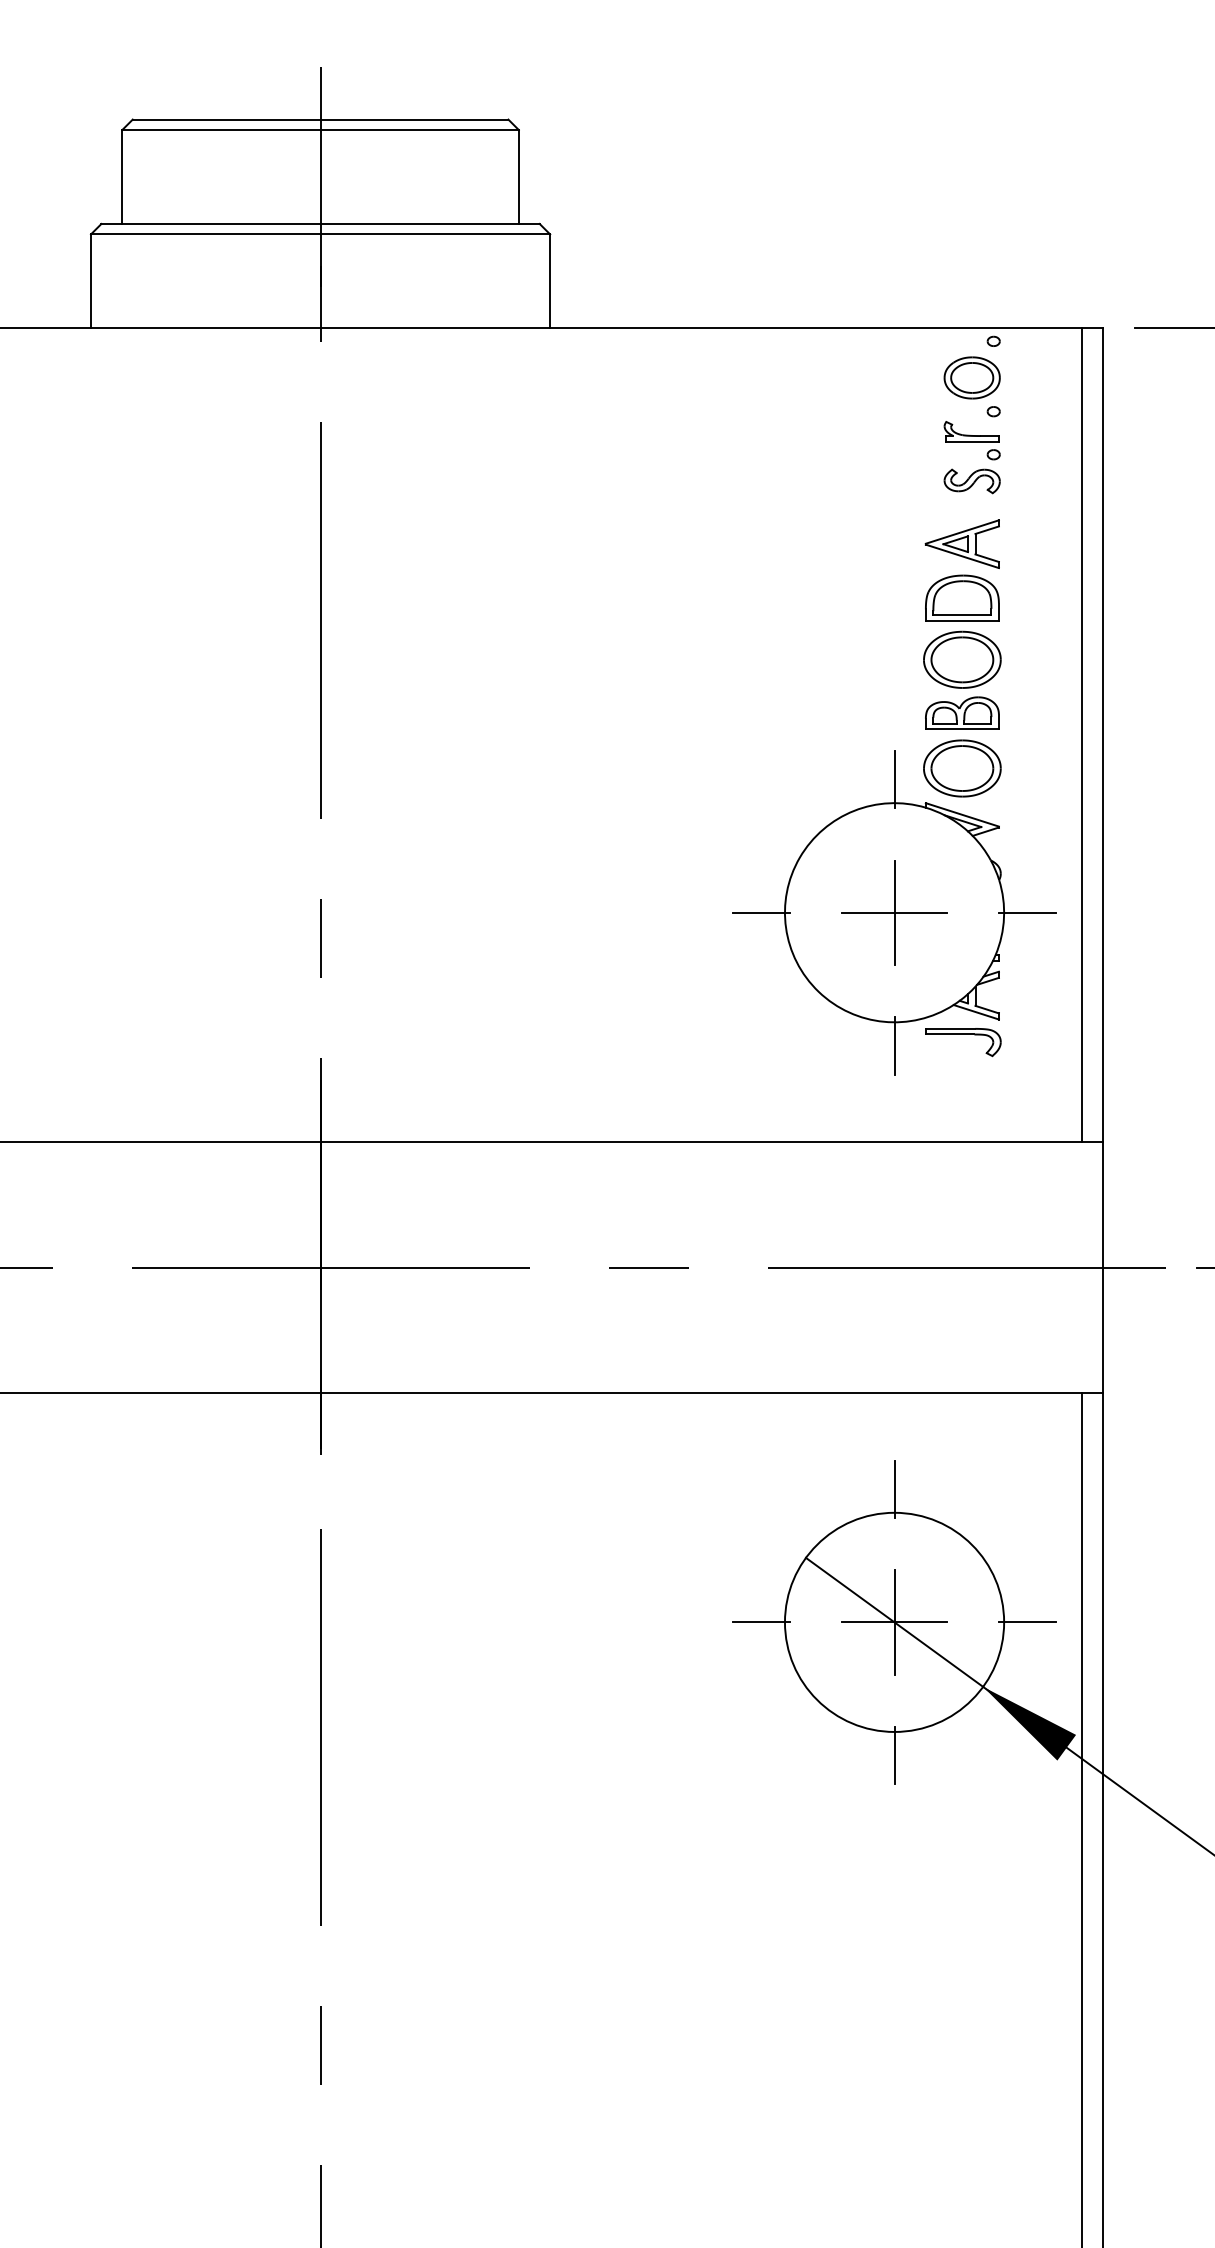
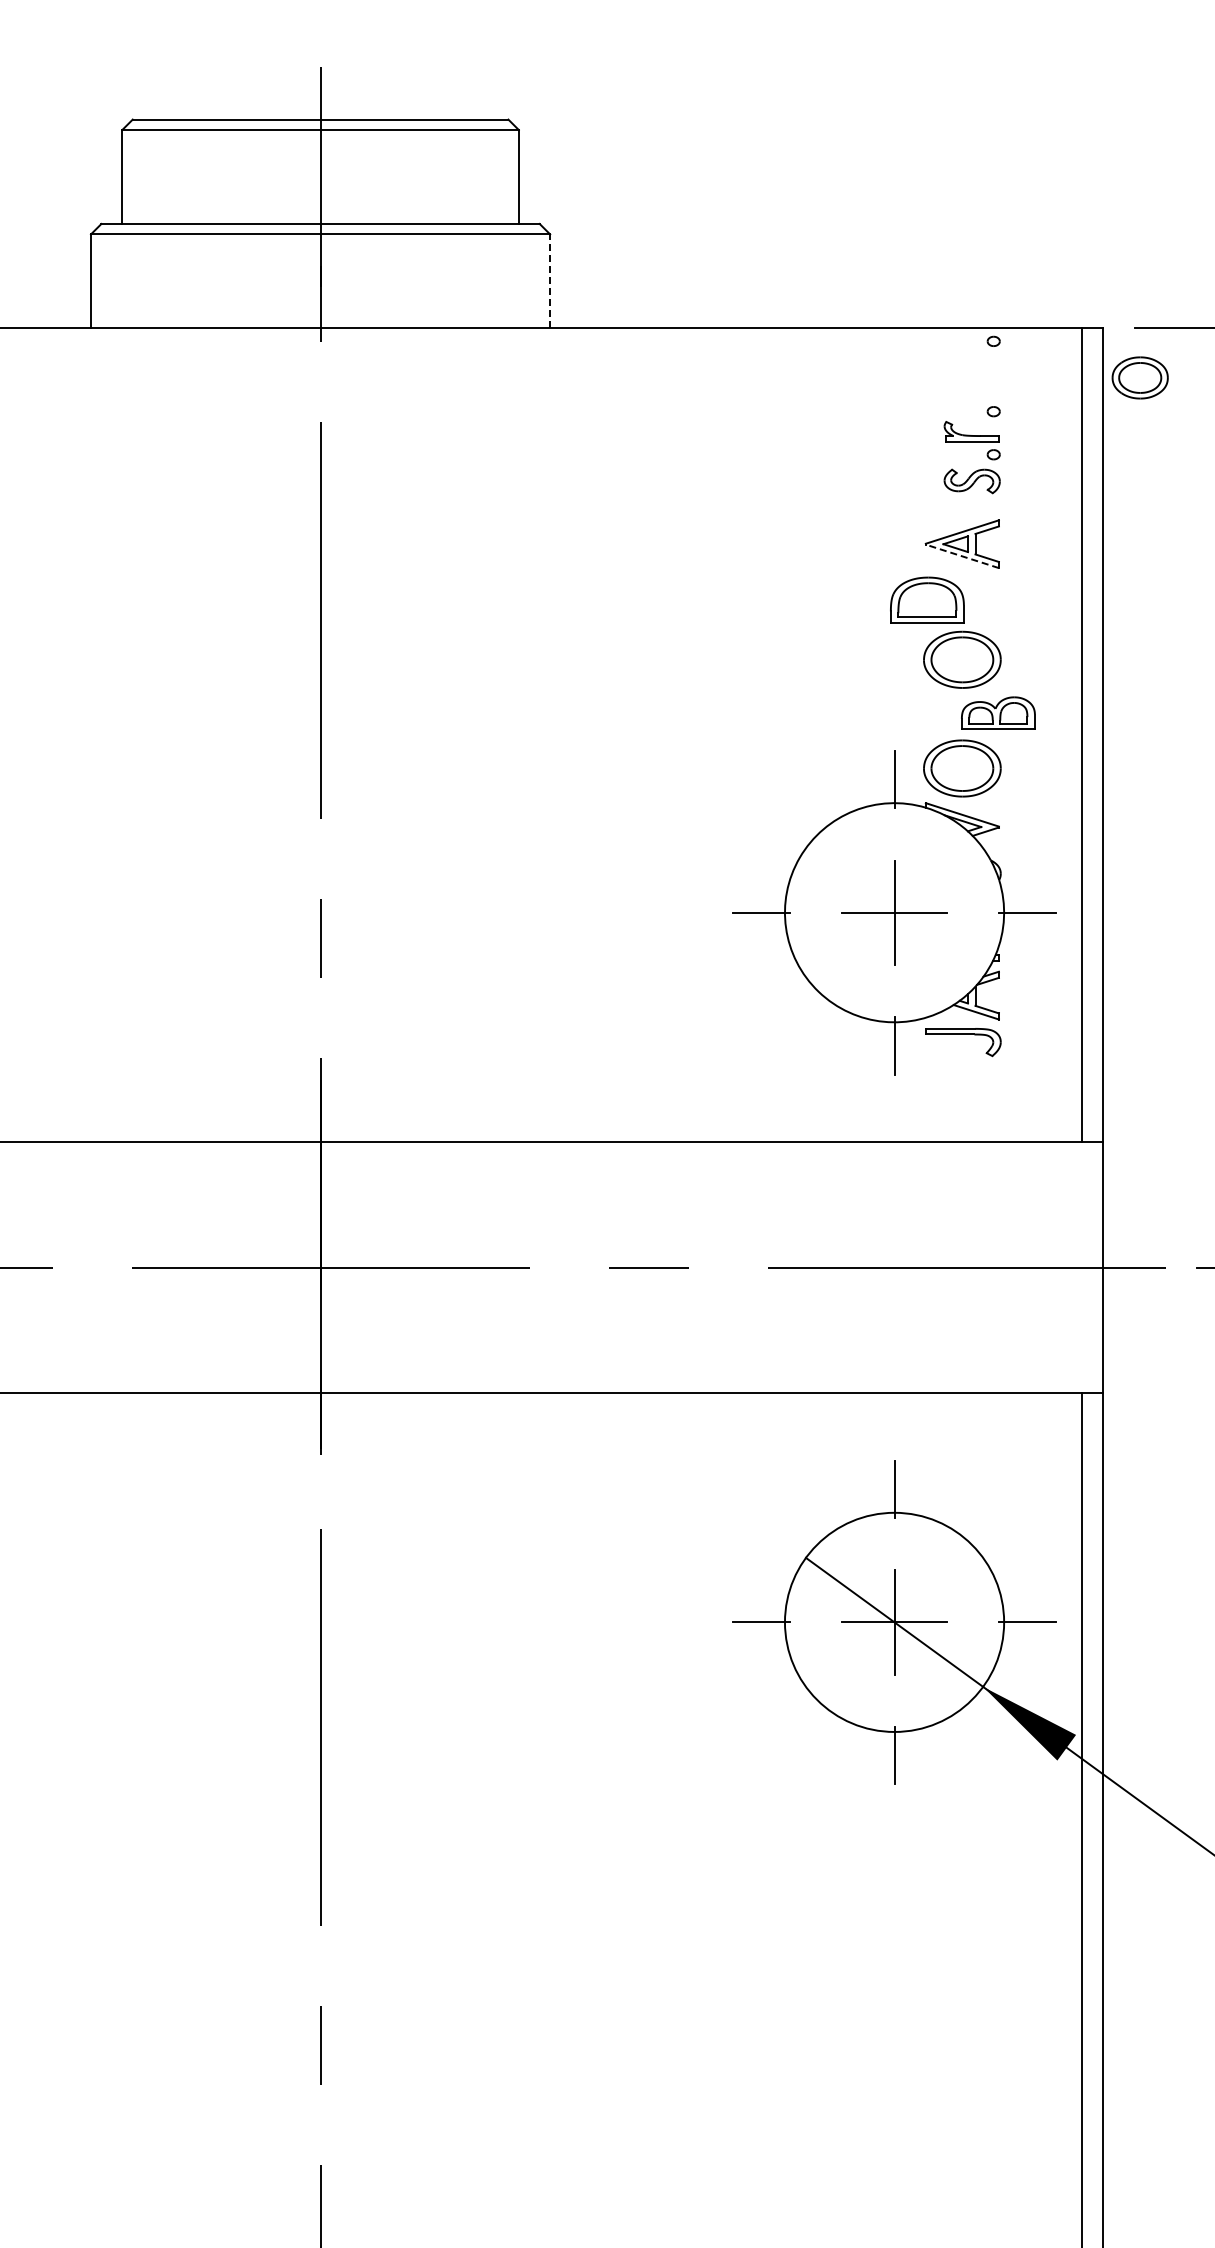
line at (550, 281): solid -> dashed
part at (971, 377) position: (971, 377) -> (1139, 377)
line at (961, 556): solid -> dashed
part at (962, 597) position: (962, 597) -> (927, 599)
part at (962, 712) position: (962, 712) -> (998, 712)
